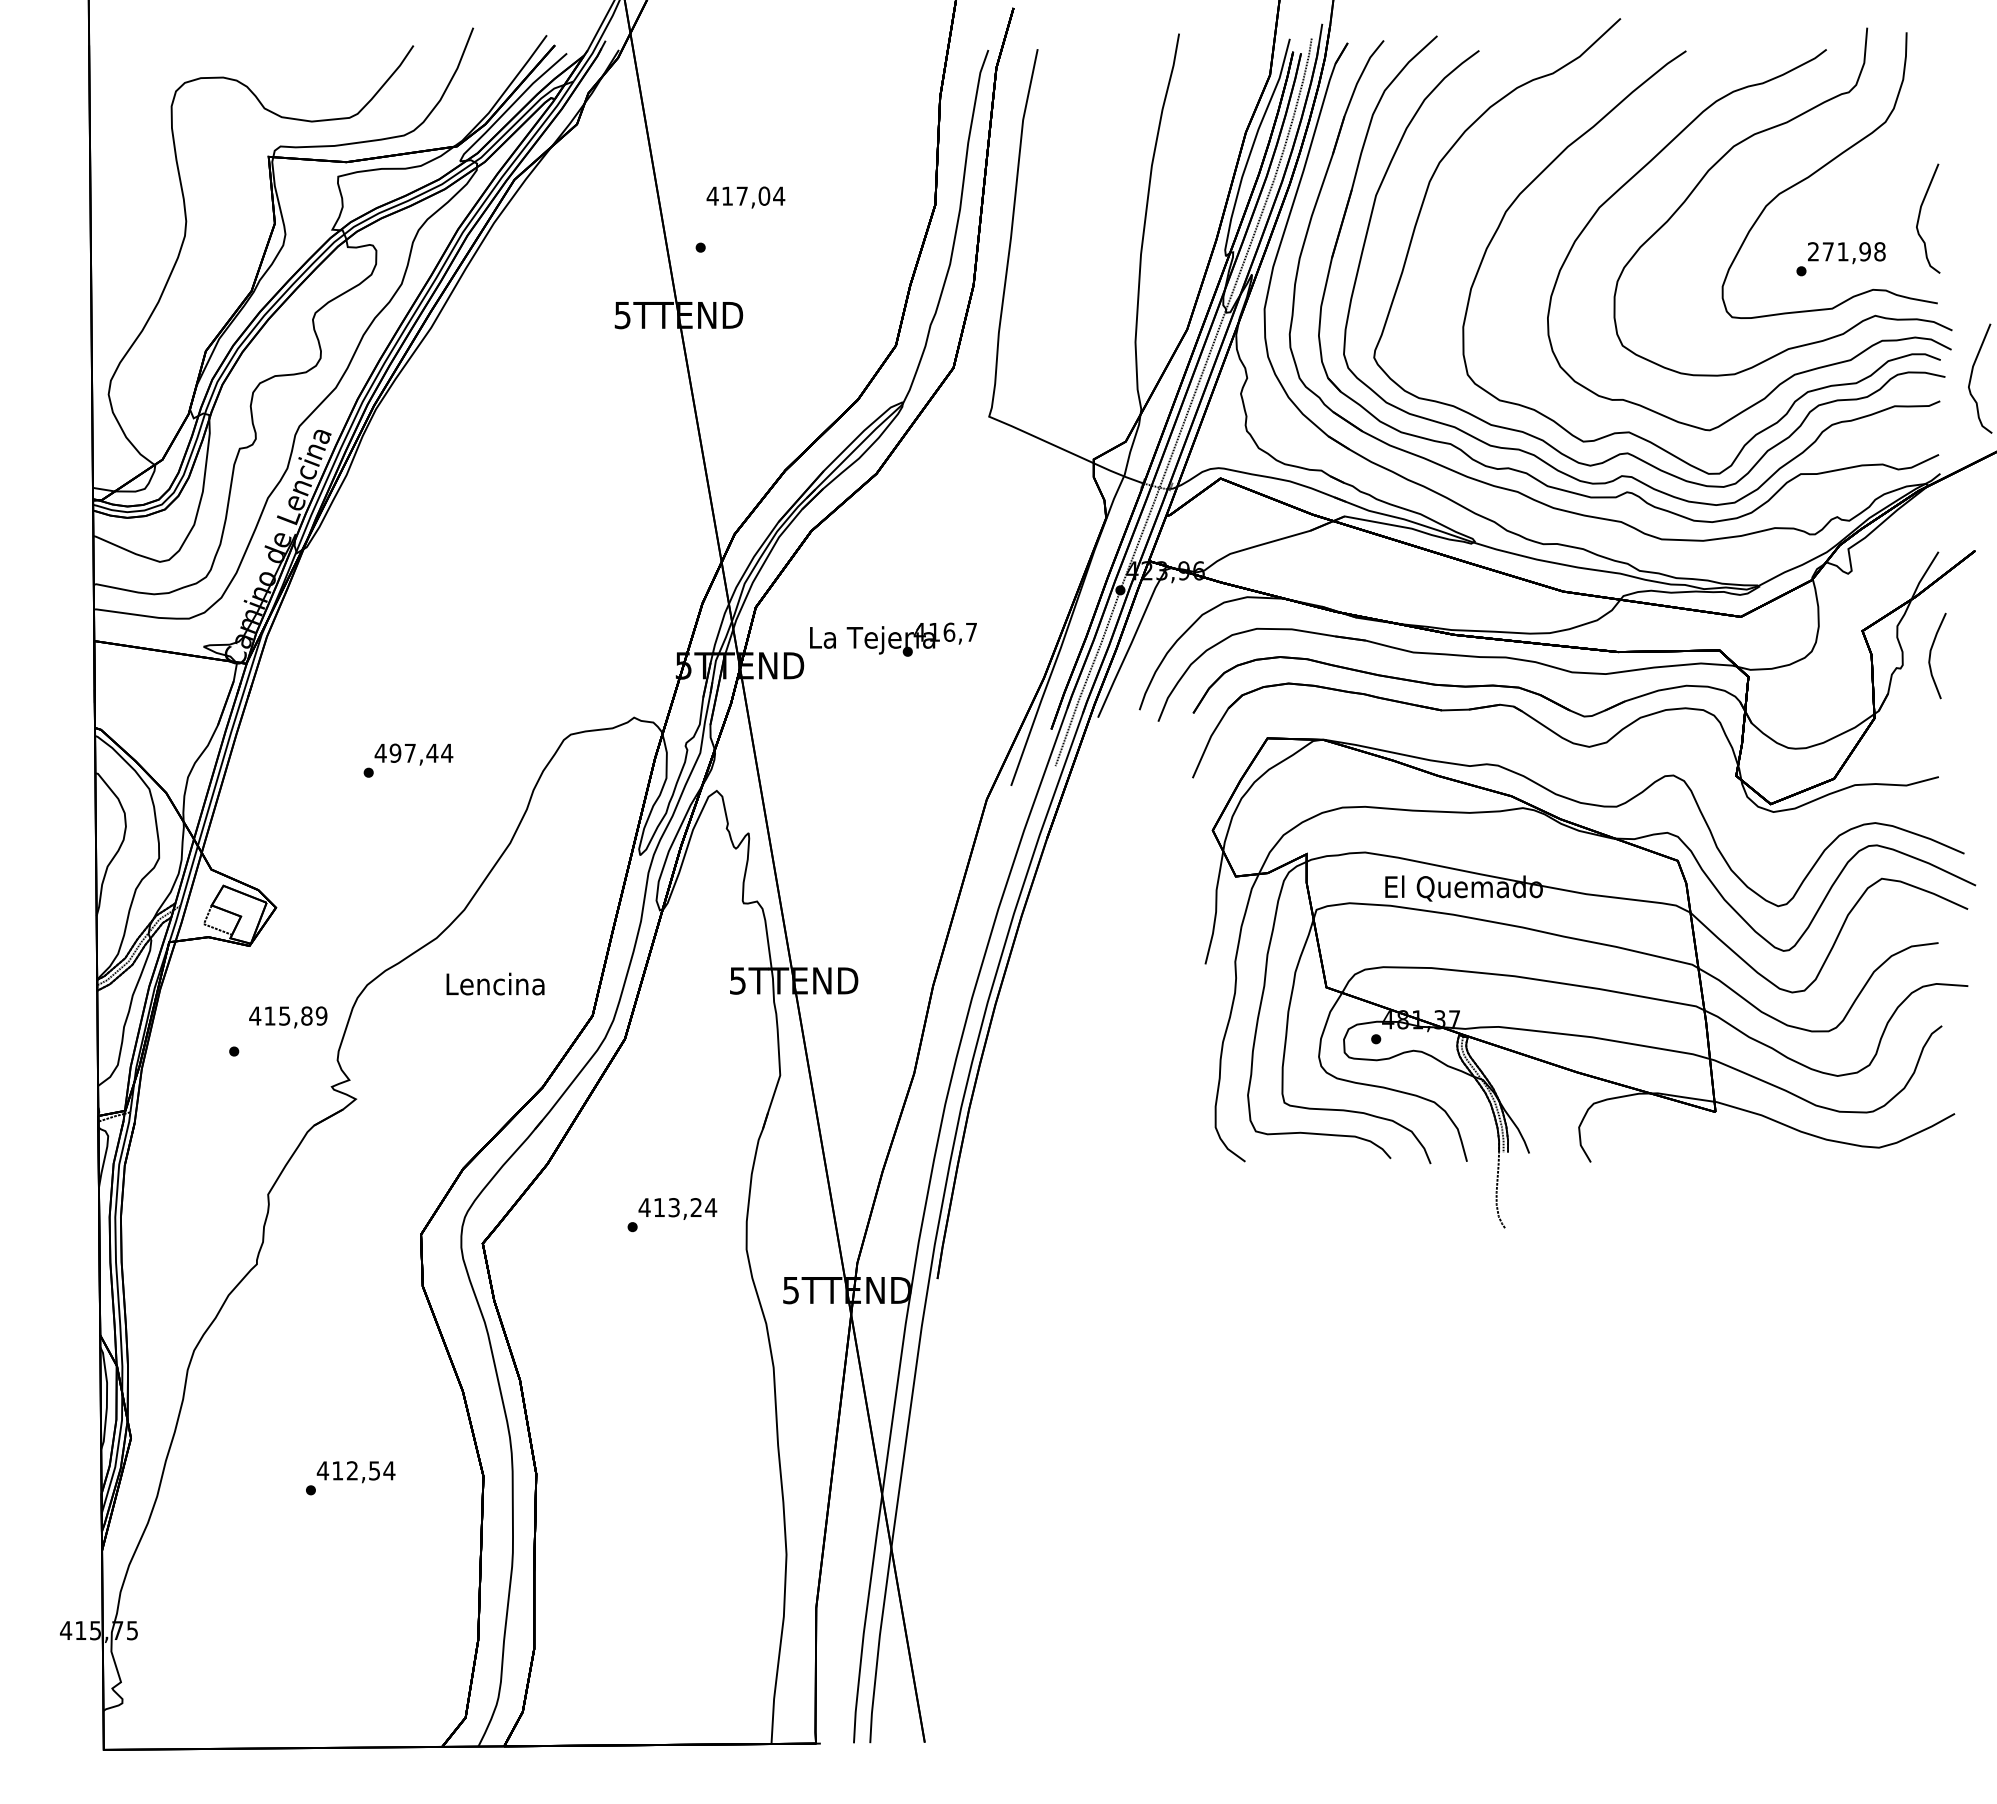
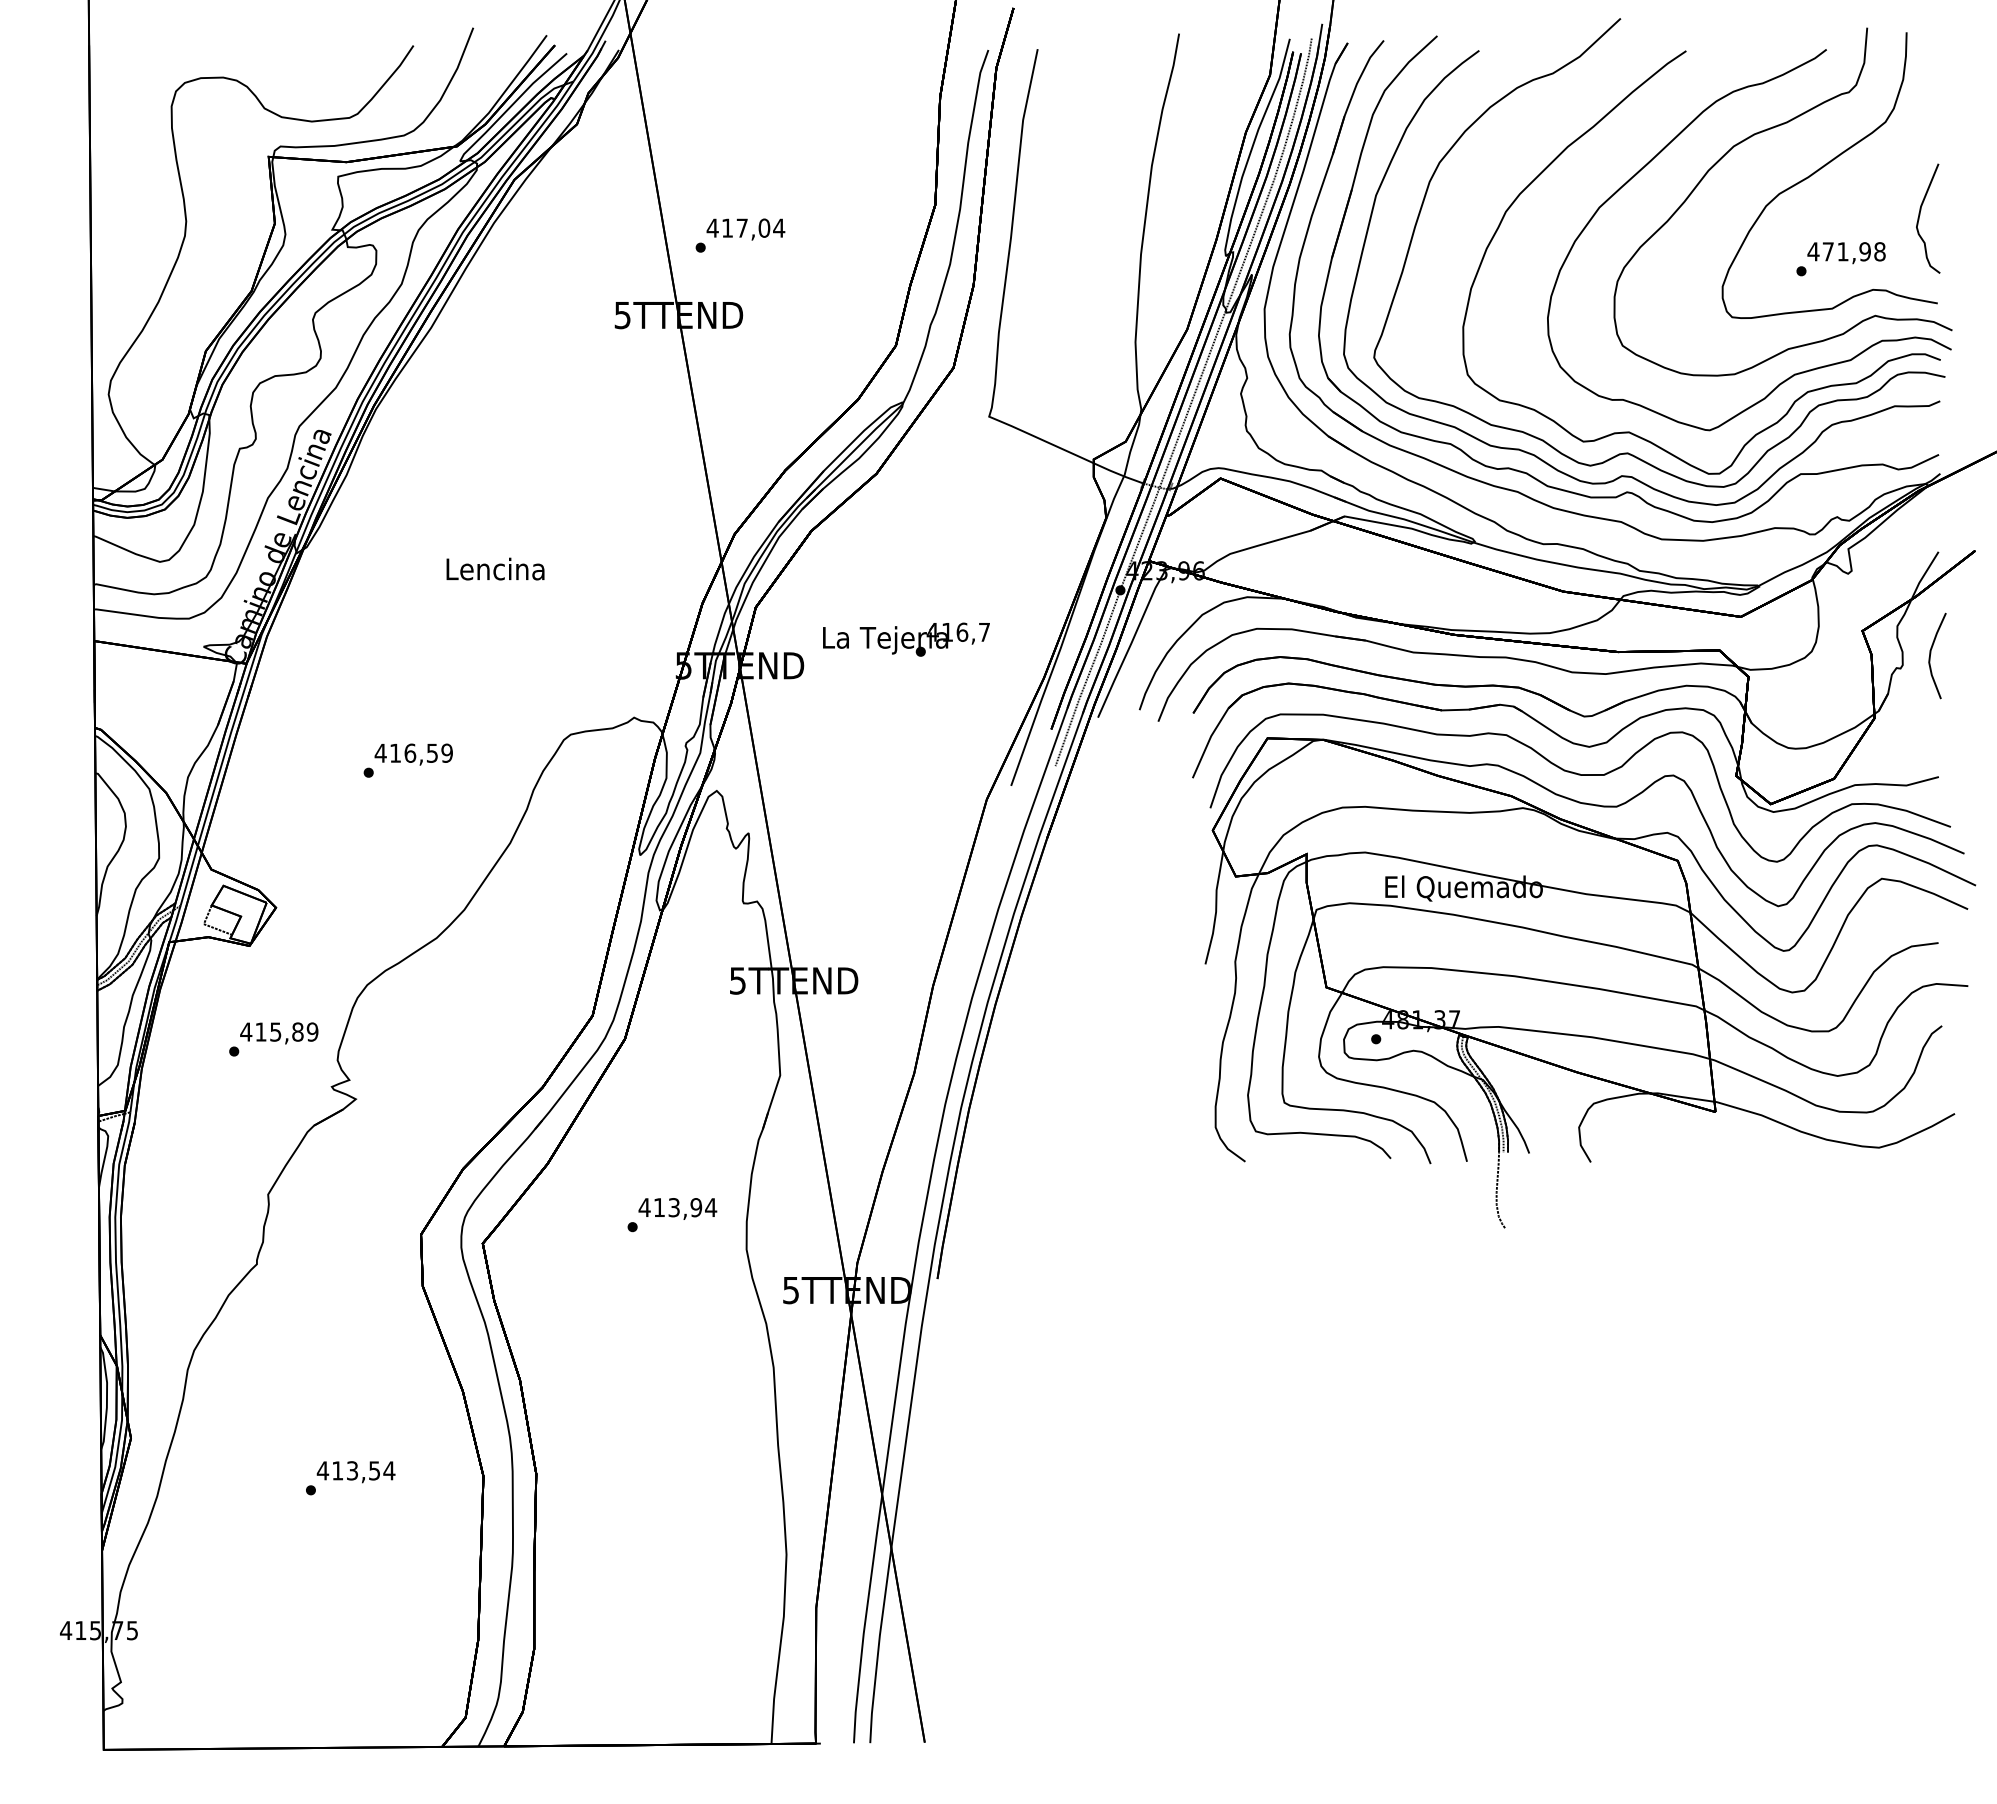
text at (745, 197) position: (745, 197) -> (745, 229)
text at (1813, 251): 271,98 -> 471,98
part at (1972, 375): present -> none
text at (893, 639) position: (893, 639) -> (906, 639)
text at (421, 752): 497,44 -> 416,59
part at (1579, 775): none -> present
text at (495, 983) position: (495, 983) -> (495, 568)
text at (288, 1017) position: (288, 1017) -> (279, 1033)
text at (696, 1207): 413,24 -> 413,94
text at (352, 1470): 412,54 -> 413,54
